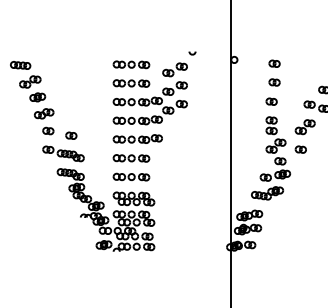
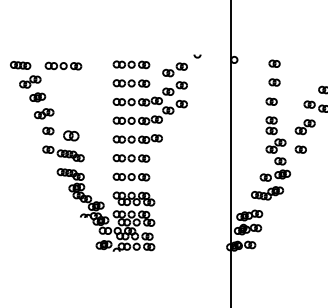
curve at (192, 53) position: (192, 53) -> (197, 56)
part at (63, 65): none -> present
part at (71, 135) size: 13x9 px -> 17x12 px
